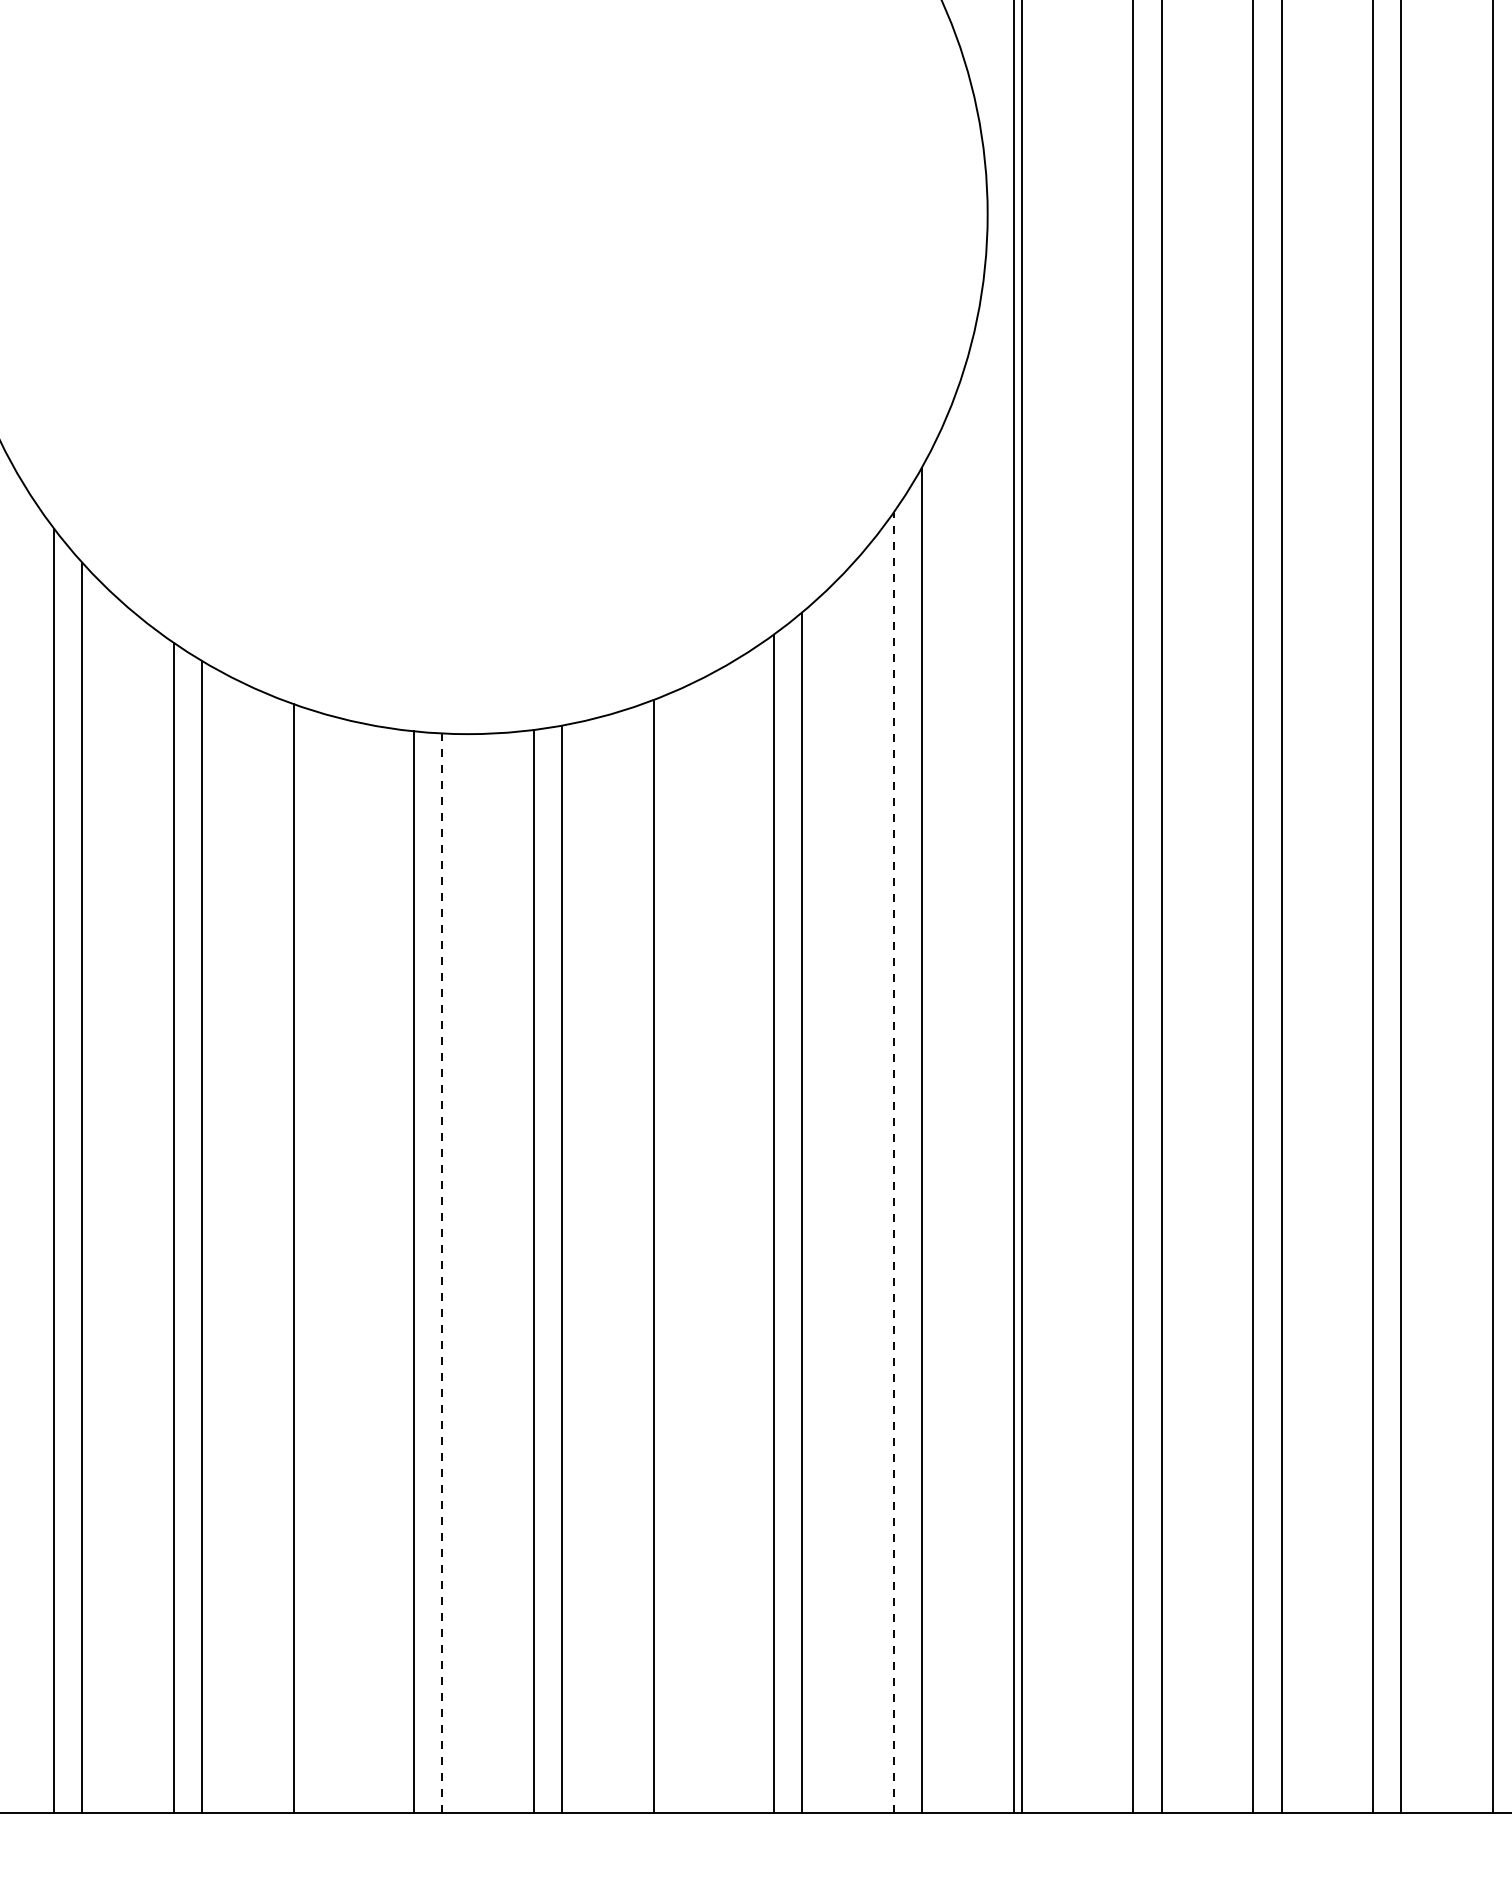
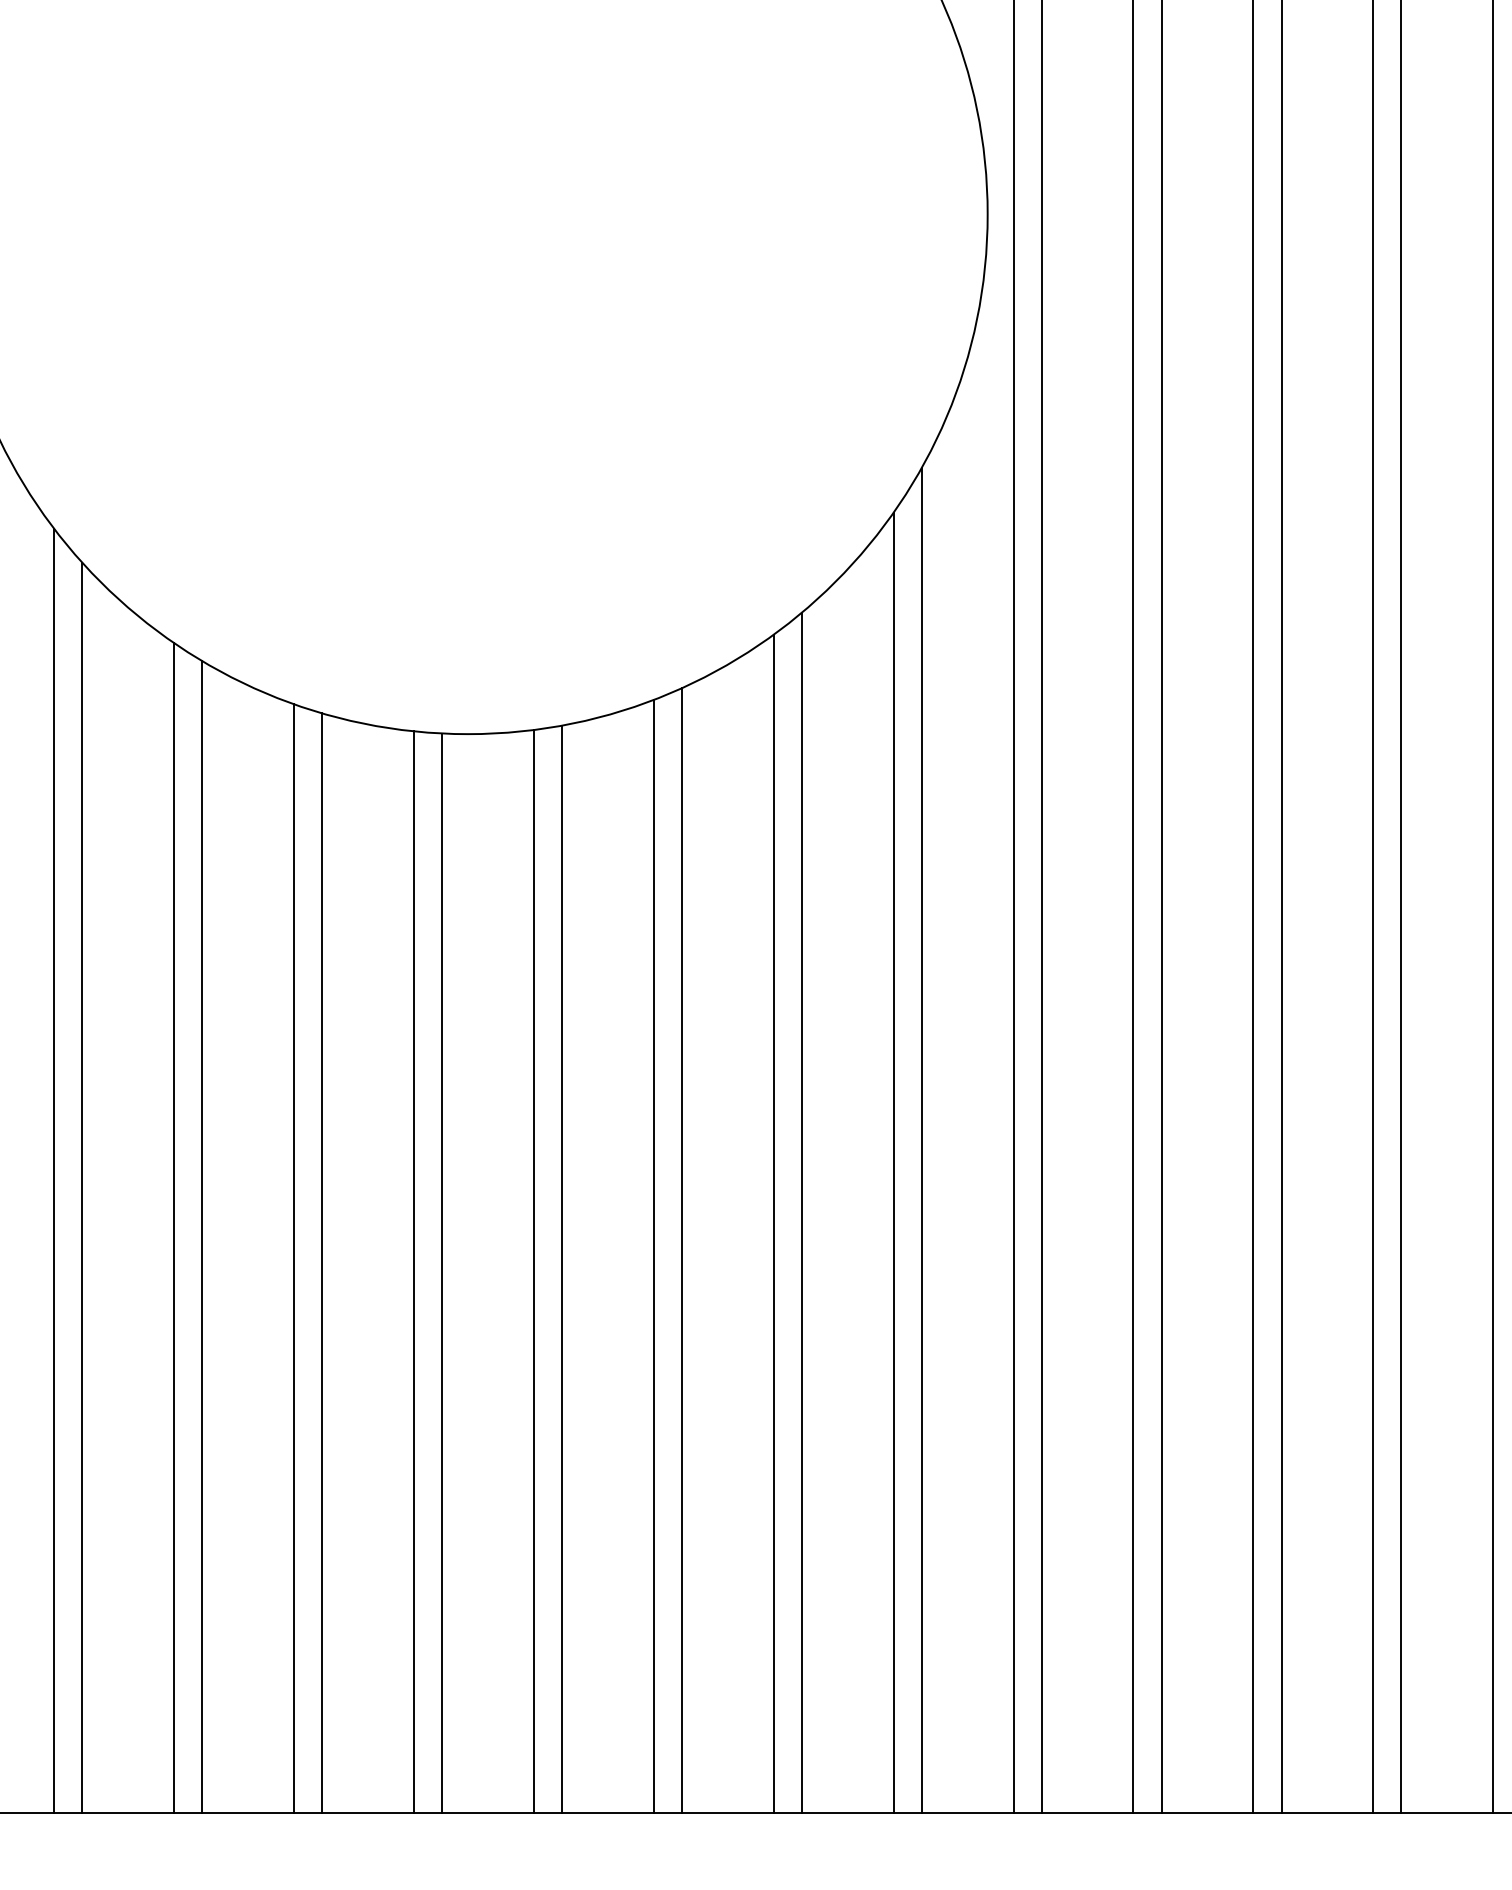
line at (1021, 907) position: (1021, 907) -> (1041, 907)
line at (893, 1162): dashed -> solid
line at (681, 1250): none -> present
line at (322, 1263): none -> present
line at (442, 1273): dashed -> solid
